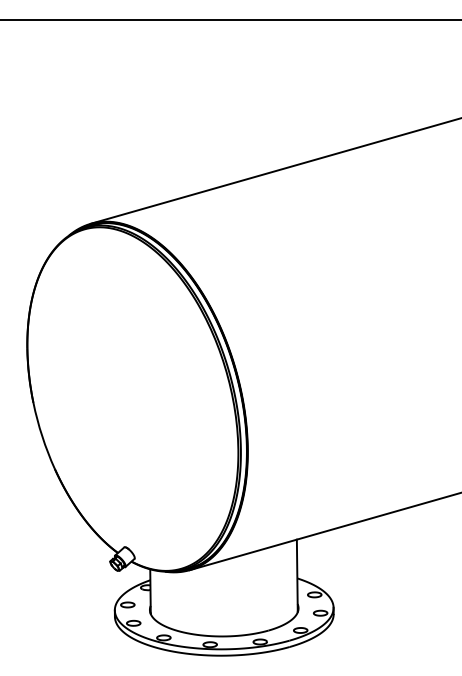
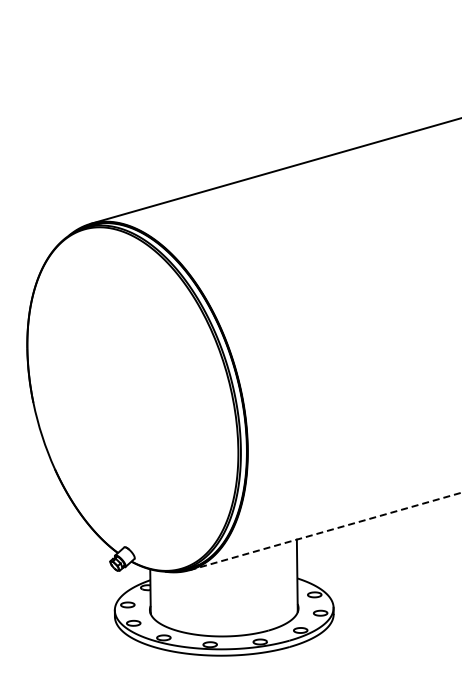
line at (230, 20): present -> none
line at (325, 531): solid -> dashed
